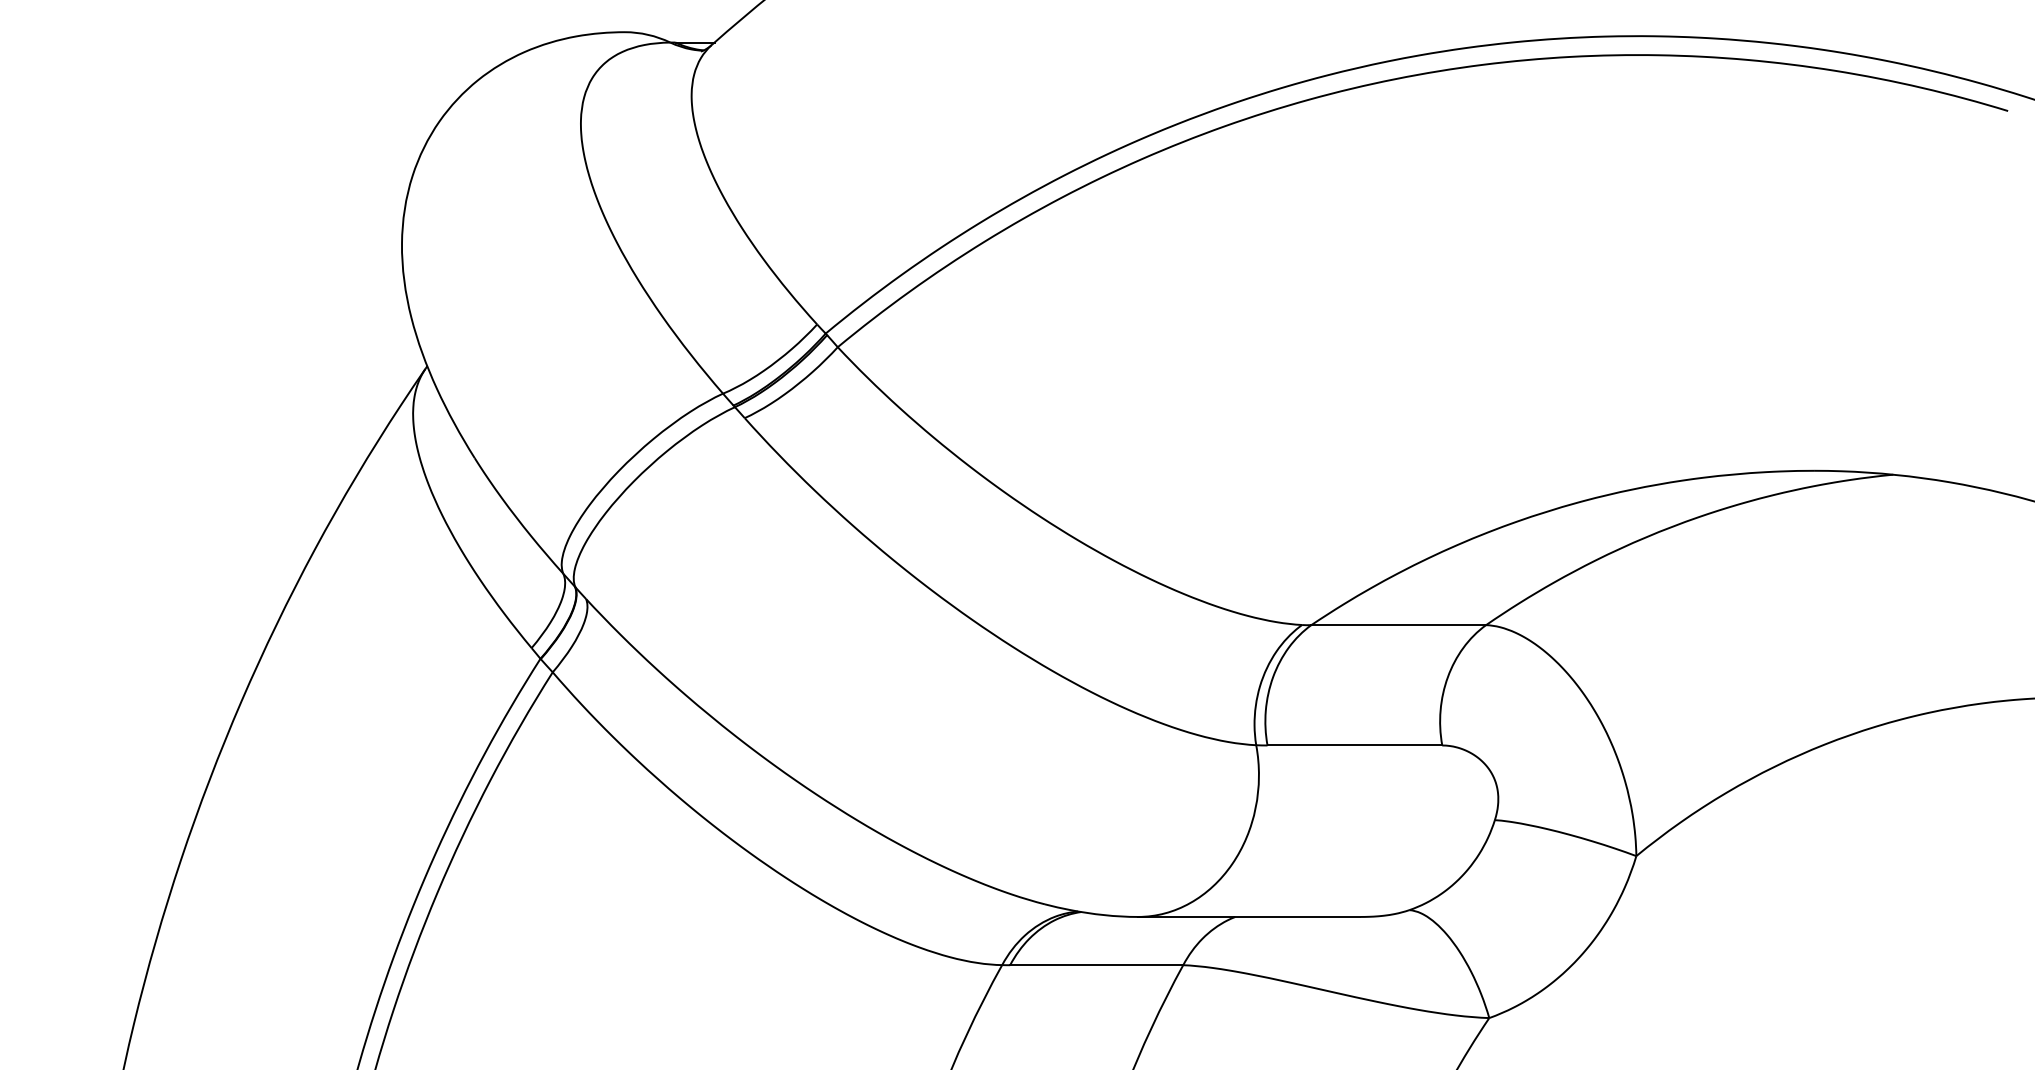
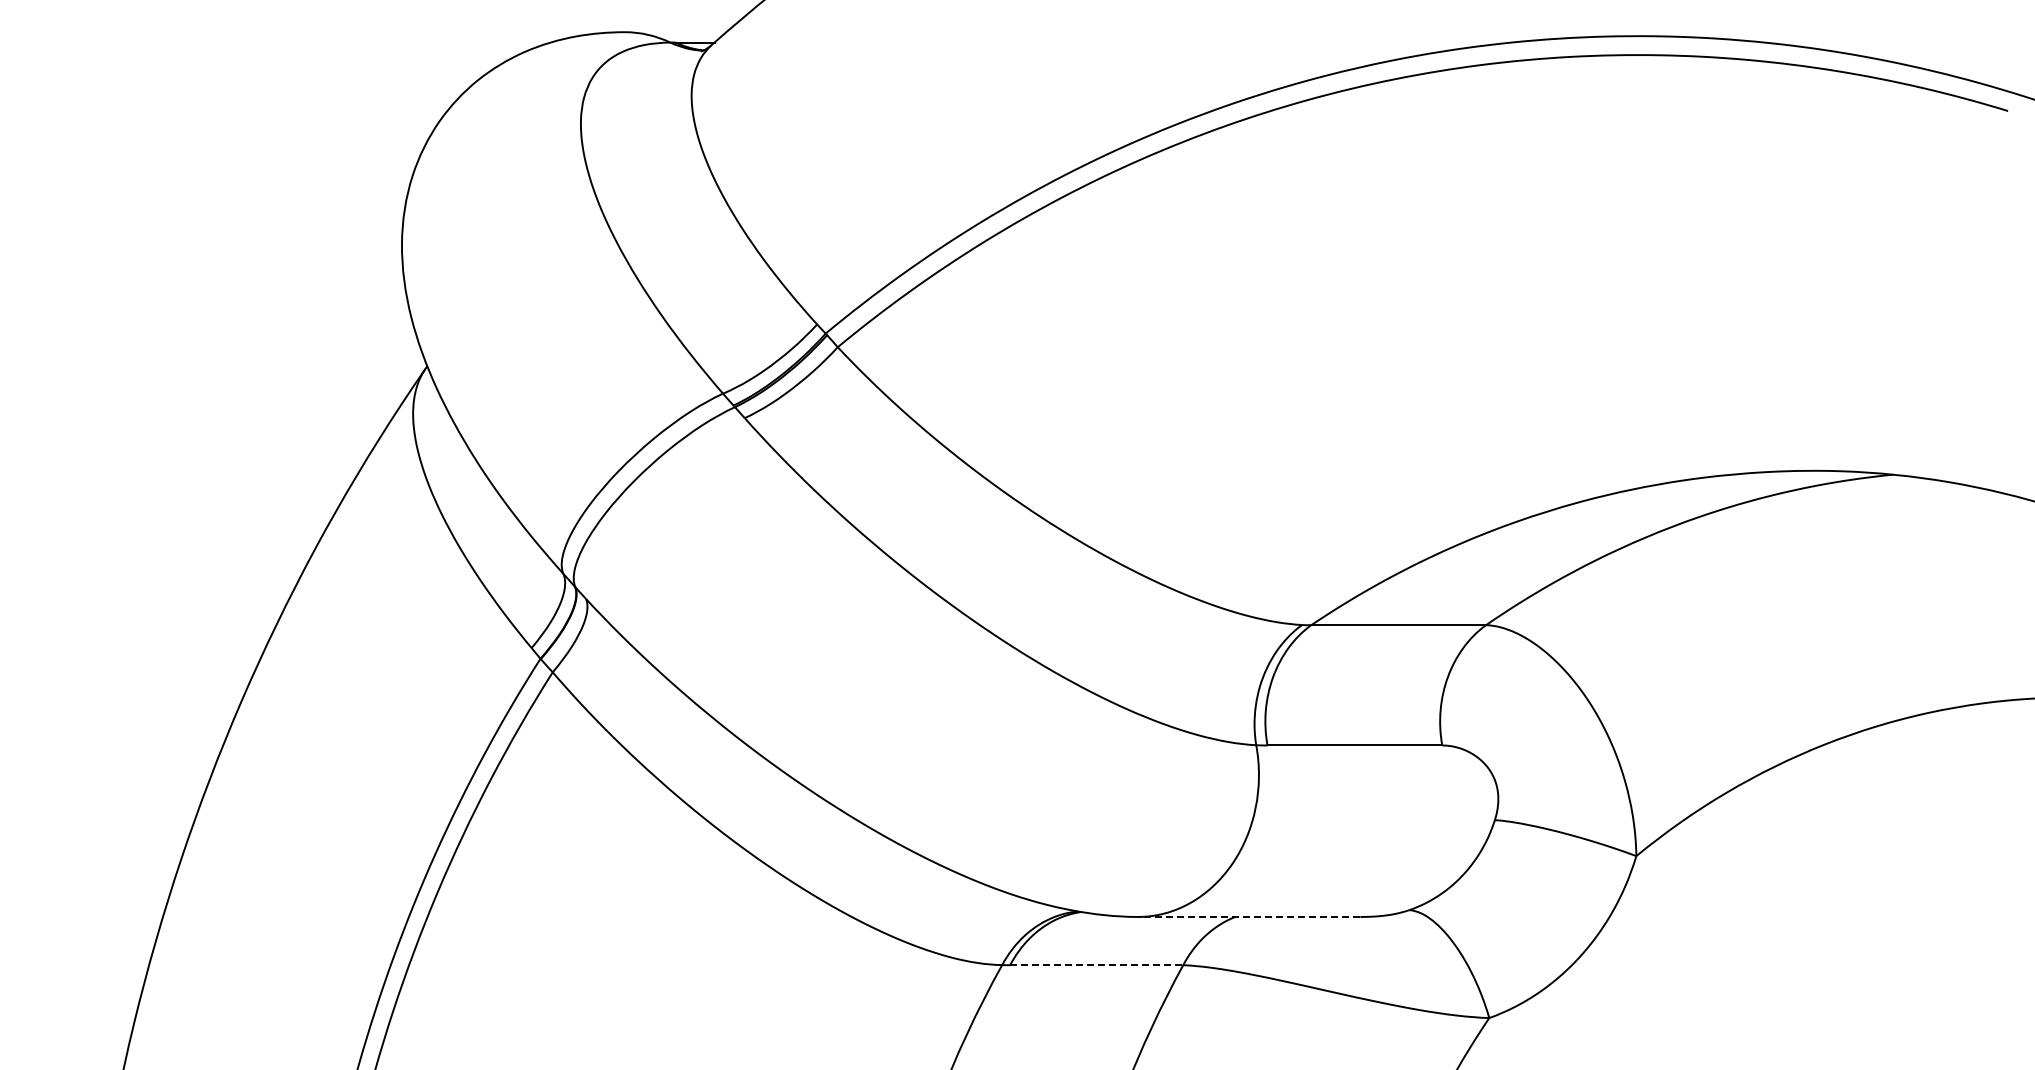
line at (1248, 916): solid -> dashed
line at (1096, 965): solid -> dashed
